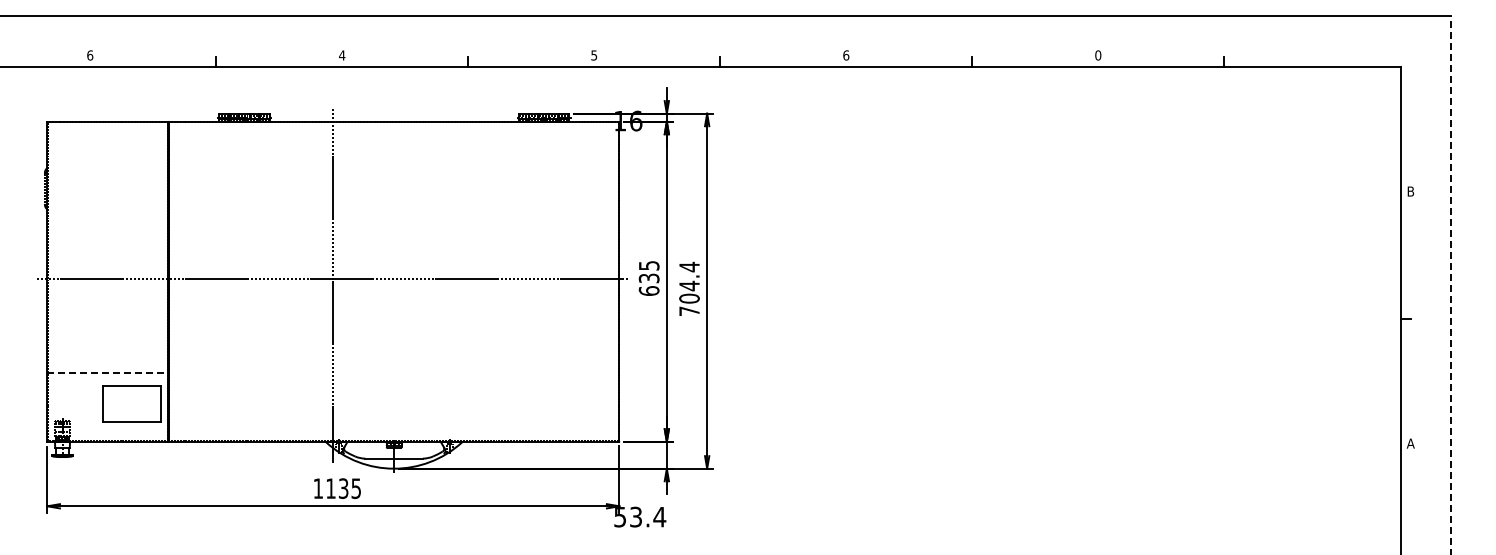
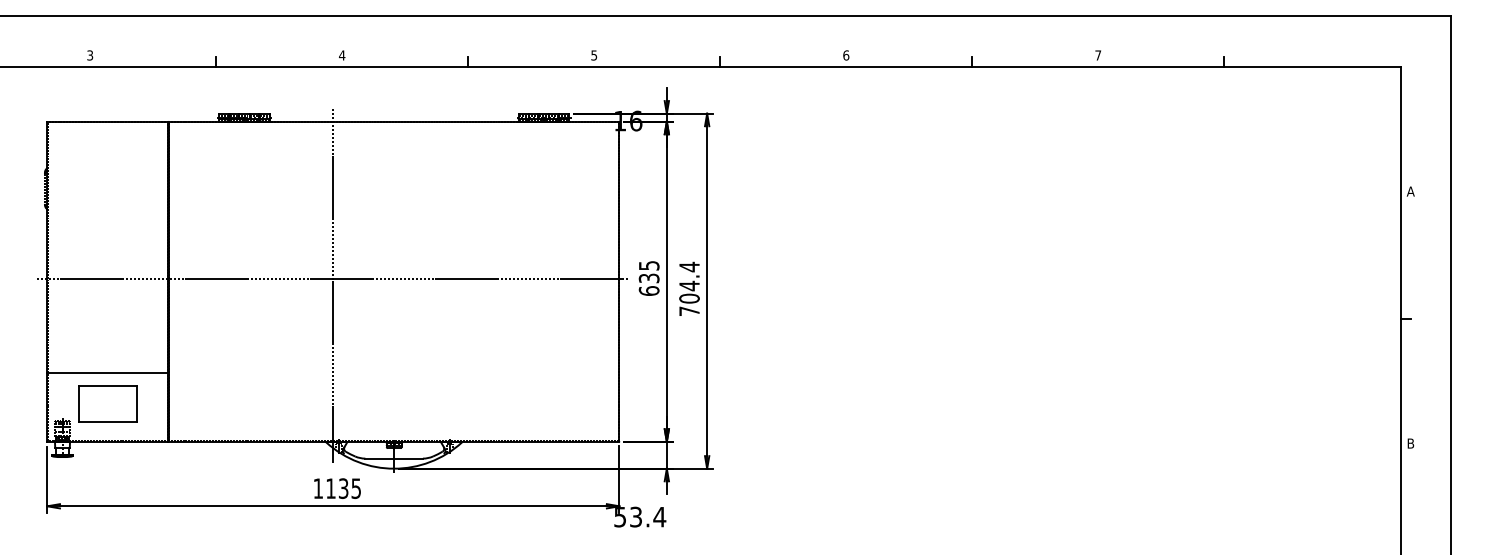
text at (90, 55): 6 -> 3
text at (1098, 55): 0 -> 7
text at (1410, 191): B -> A
line at (1451, 285): dashed -> solid
line at (108, 372): dashed -> solid
part at (131, 403) position: (131, 403) -> (107, 403)
text at (1410, 443): A -> B
